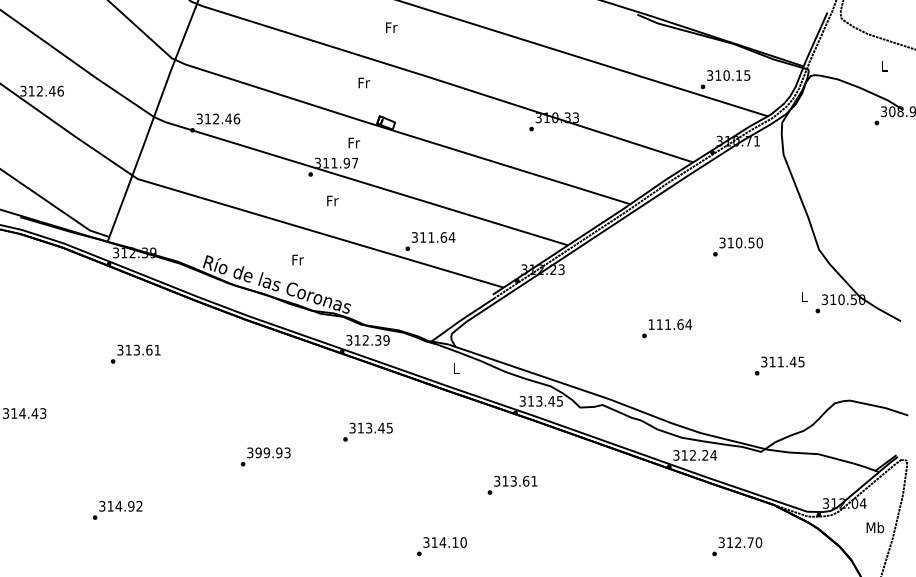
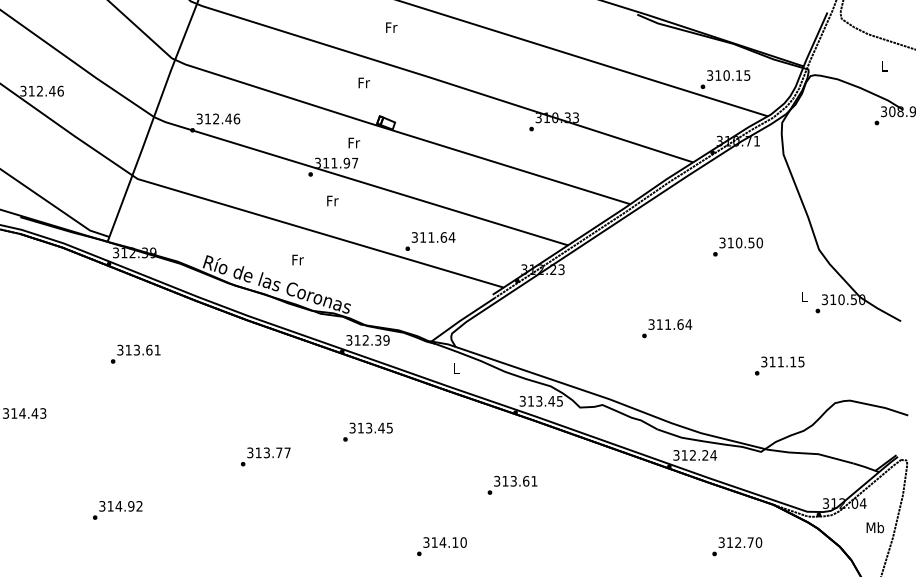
text at (651, 324): 111.64 -> 311.64
text at (792, 361): 311.45 -> 311.15
text at (272, 452): 399.93 -> 313.77
